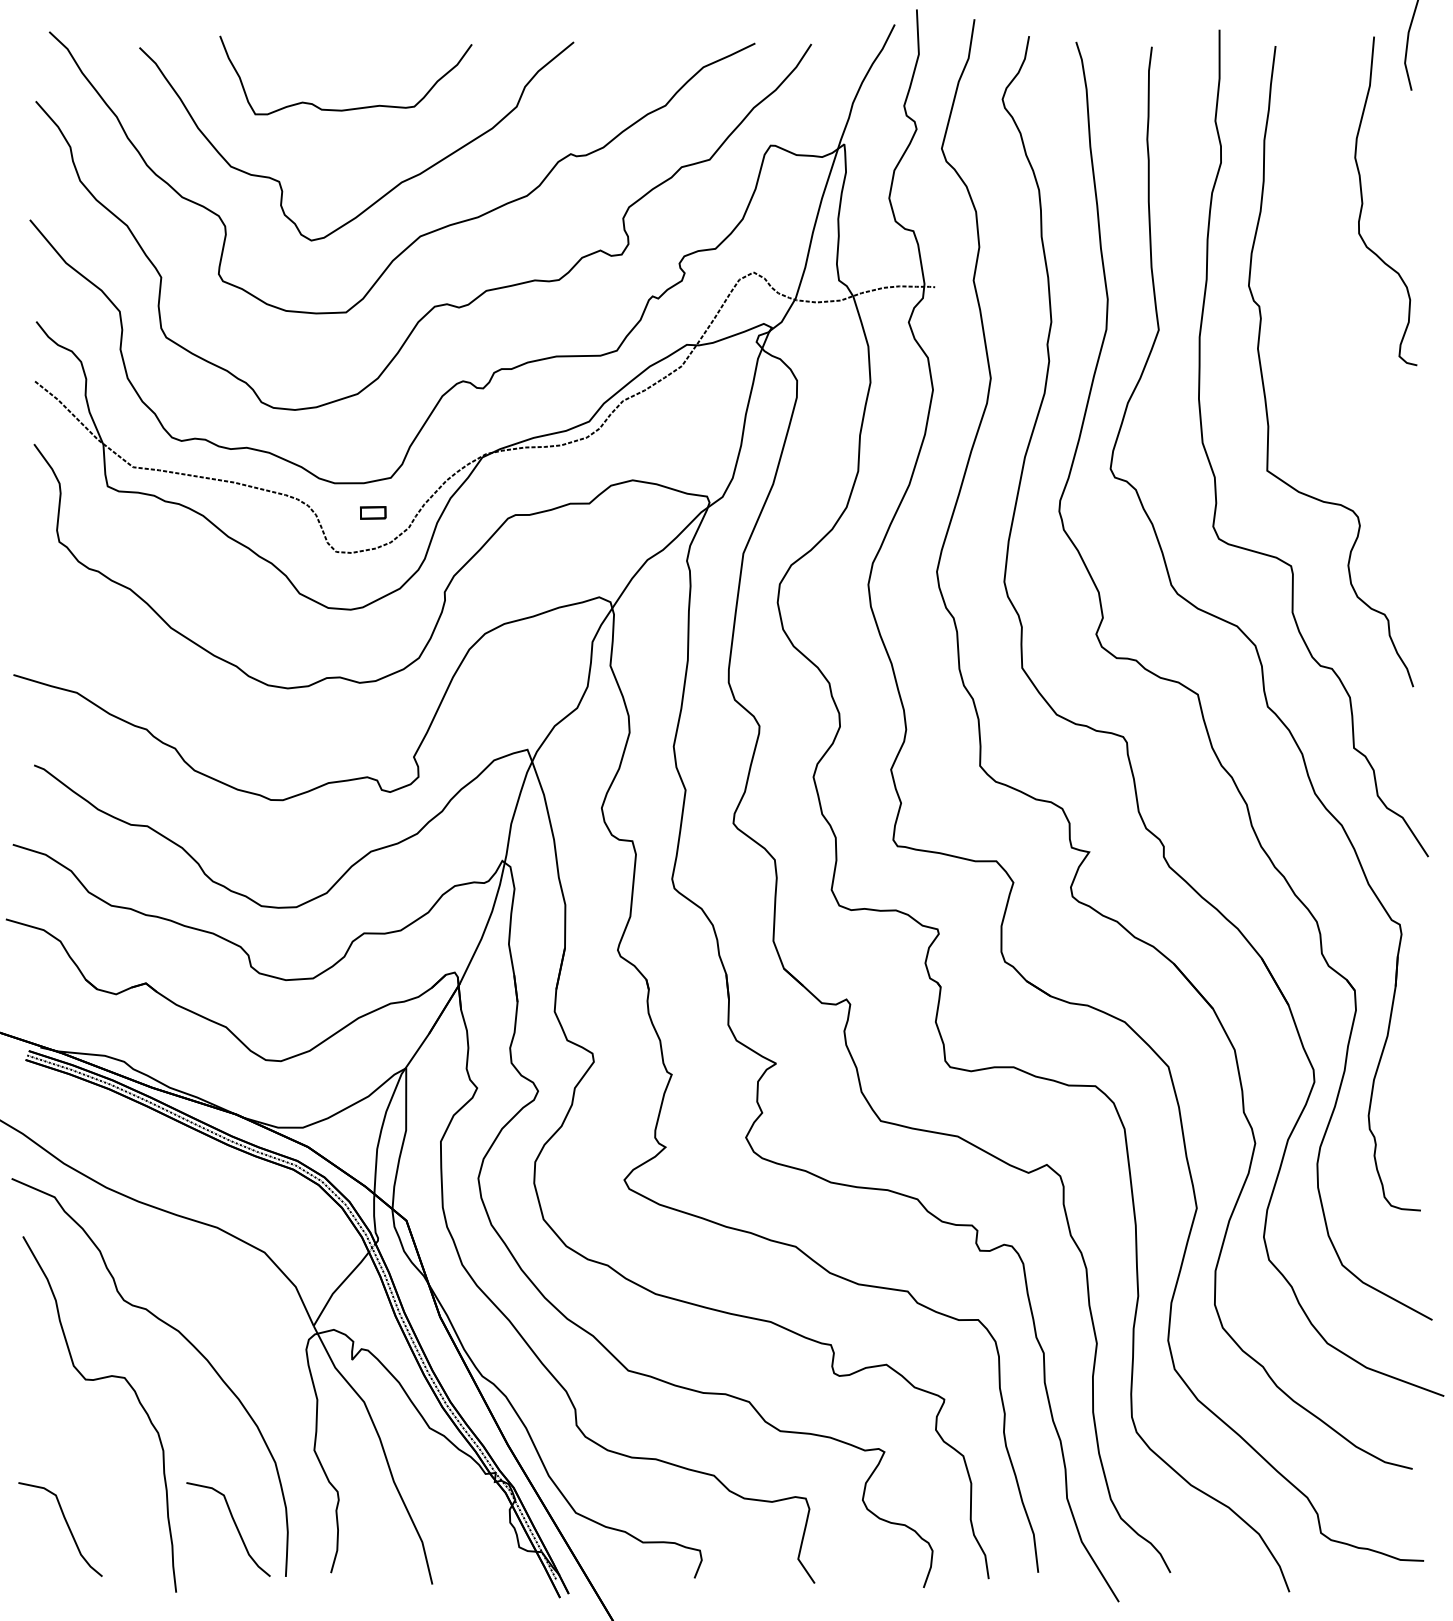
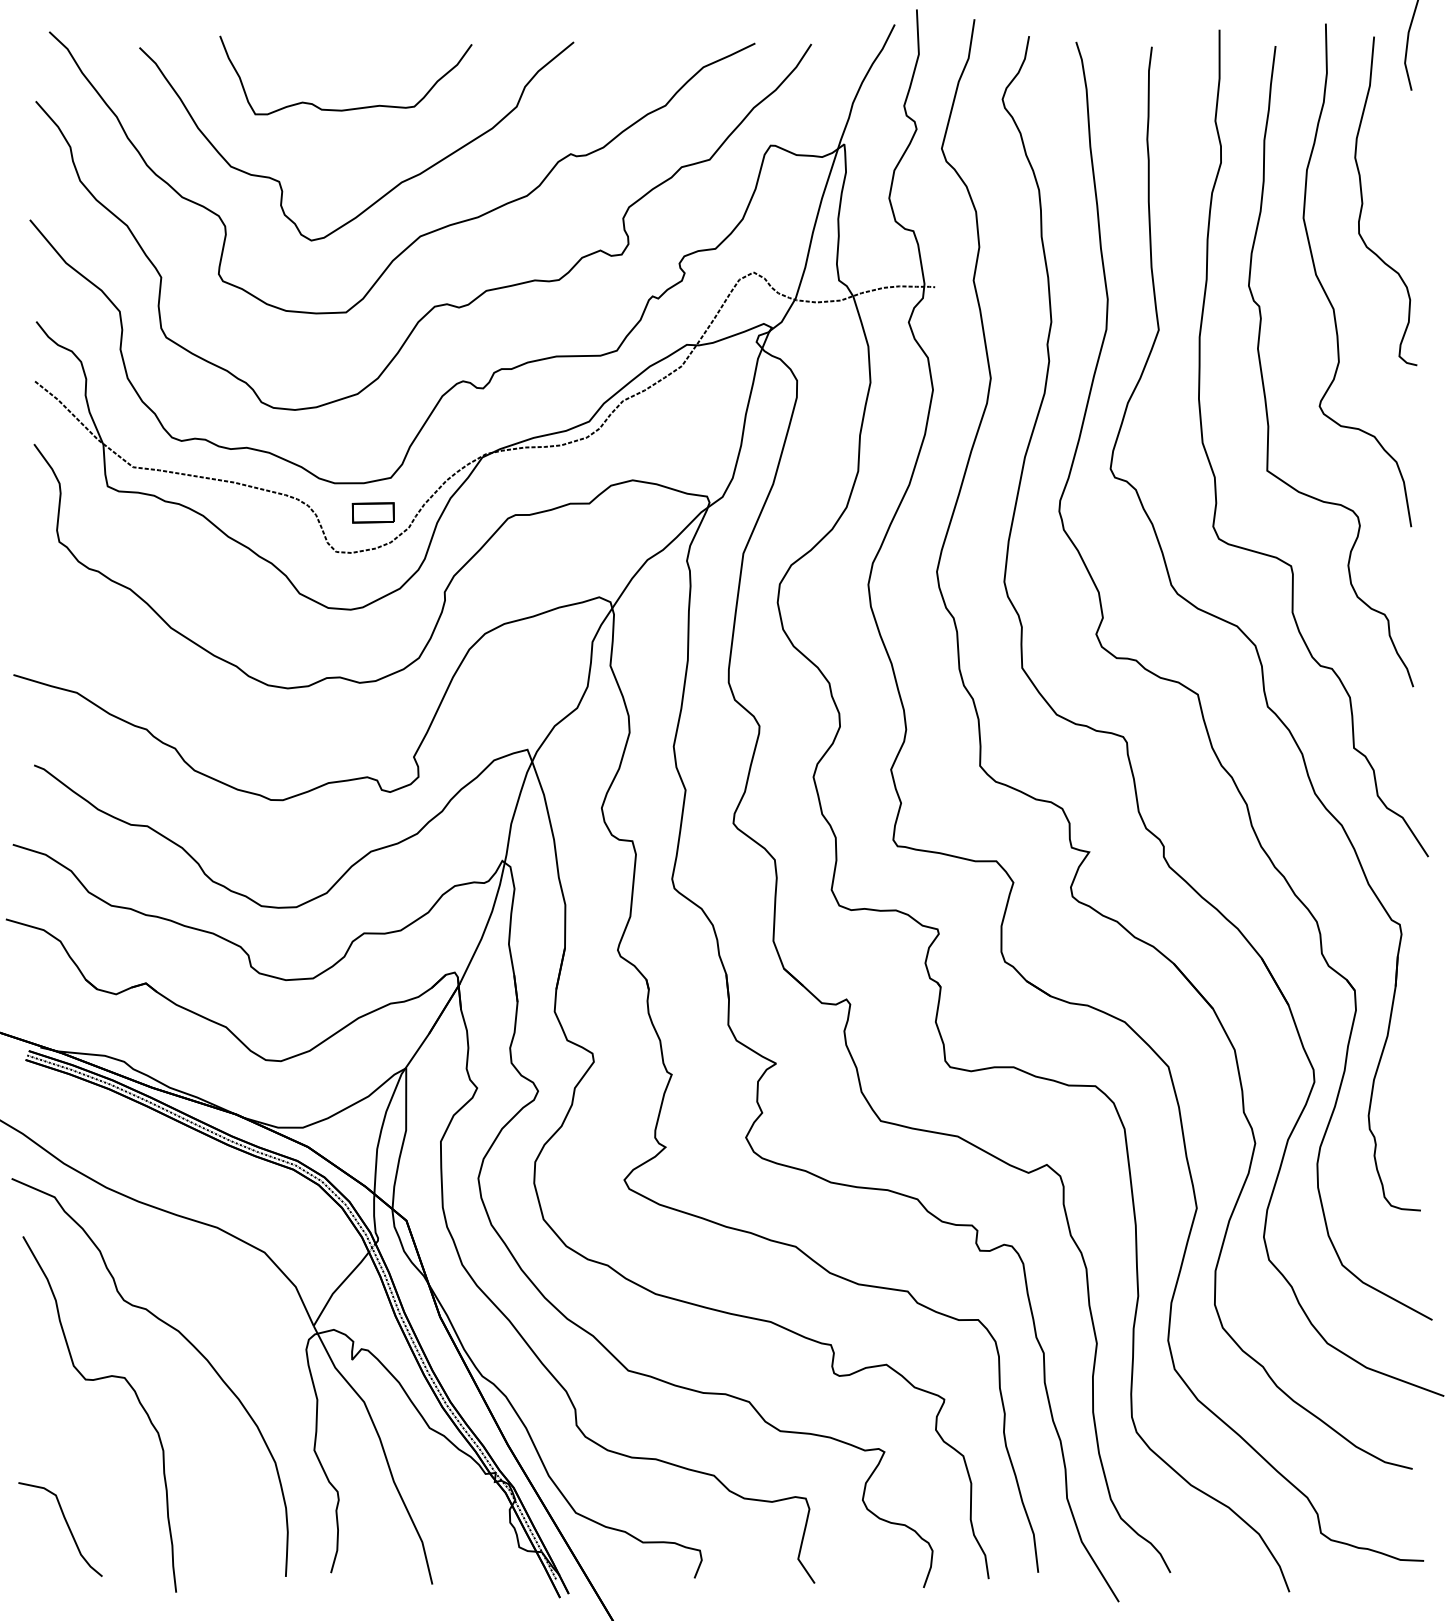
part at (1325, 290): none -> present
part at (373, 512) size: 27x14 px -> 44x22 px
curve at (235, 1526): present -> none
